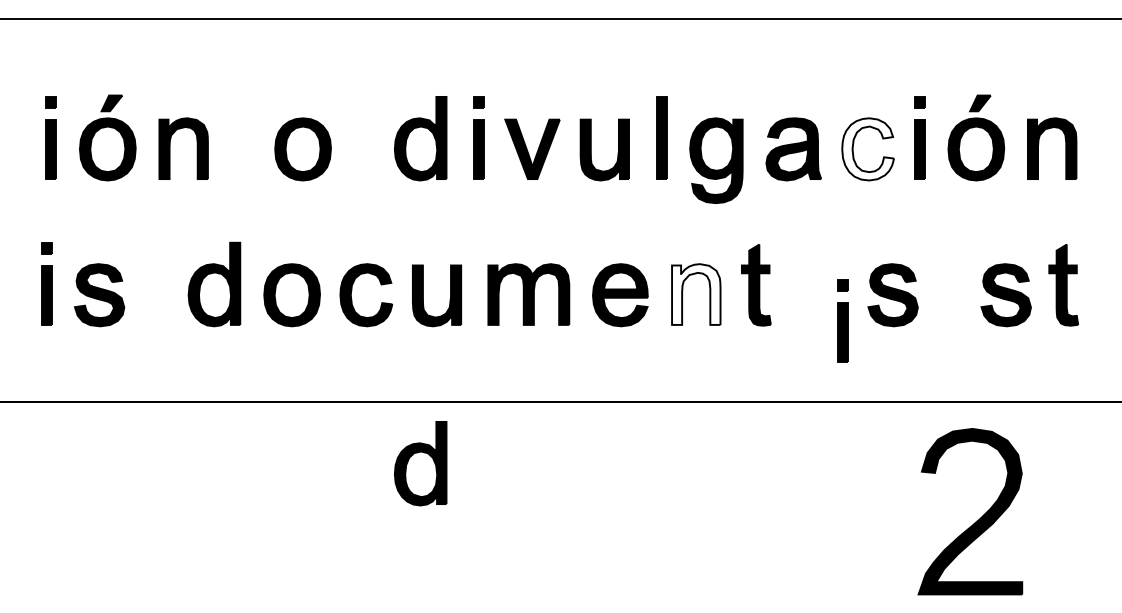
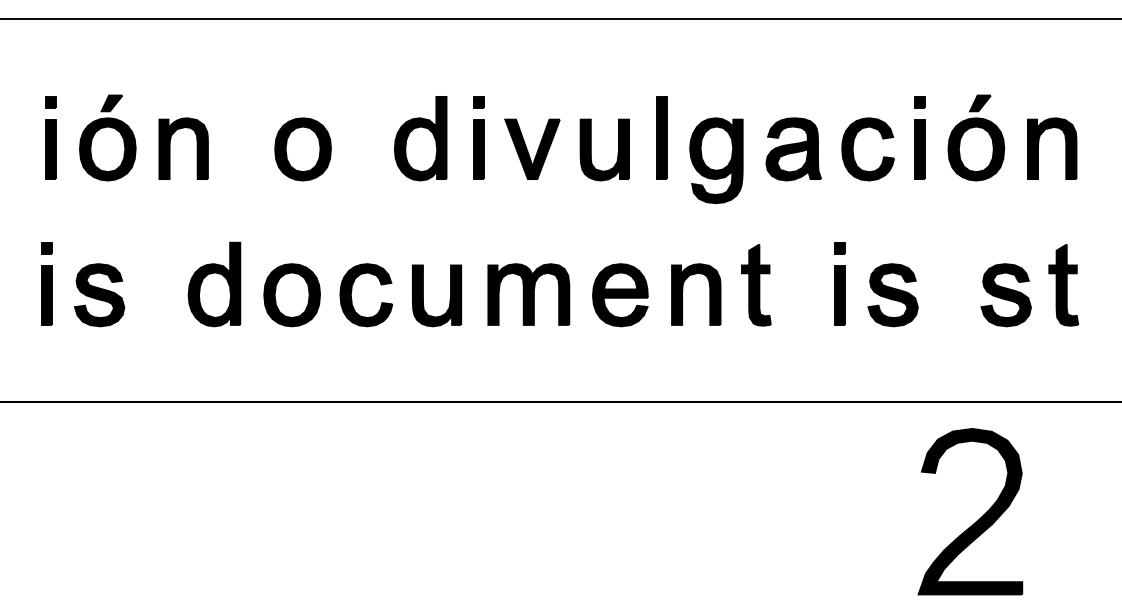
fill at (868, 149): none -> present
fill at (696, 294): none -> present
part at (842, 320) position: (842, 320) -> (839, 283)
part at (420, 463): present -> none
